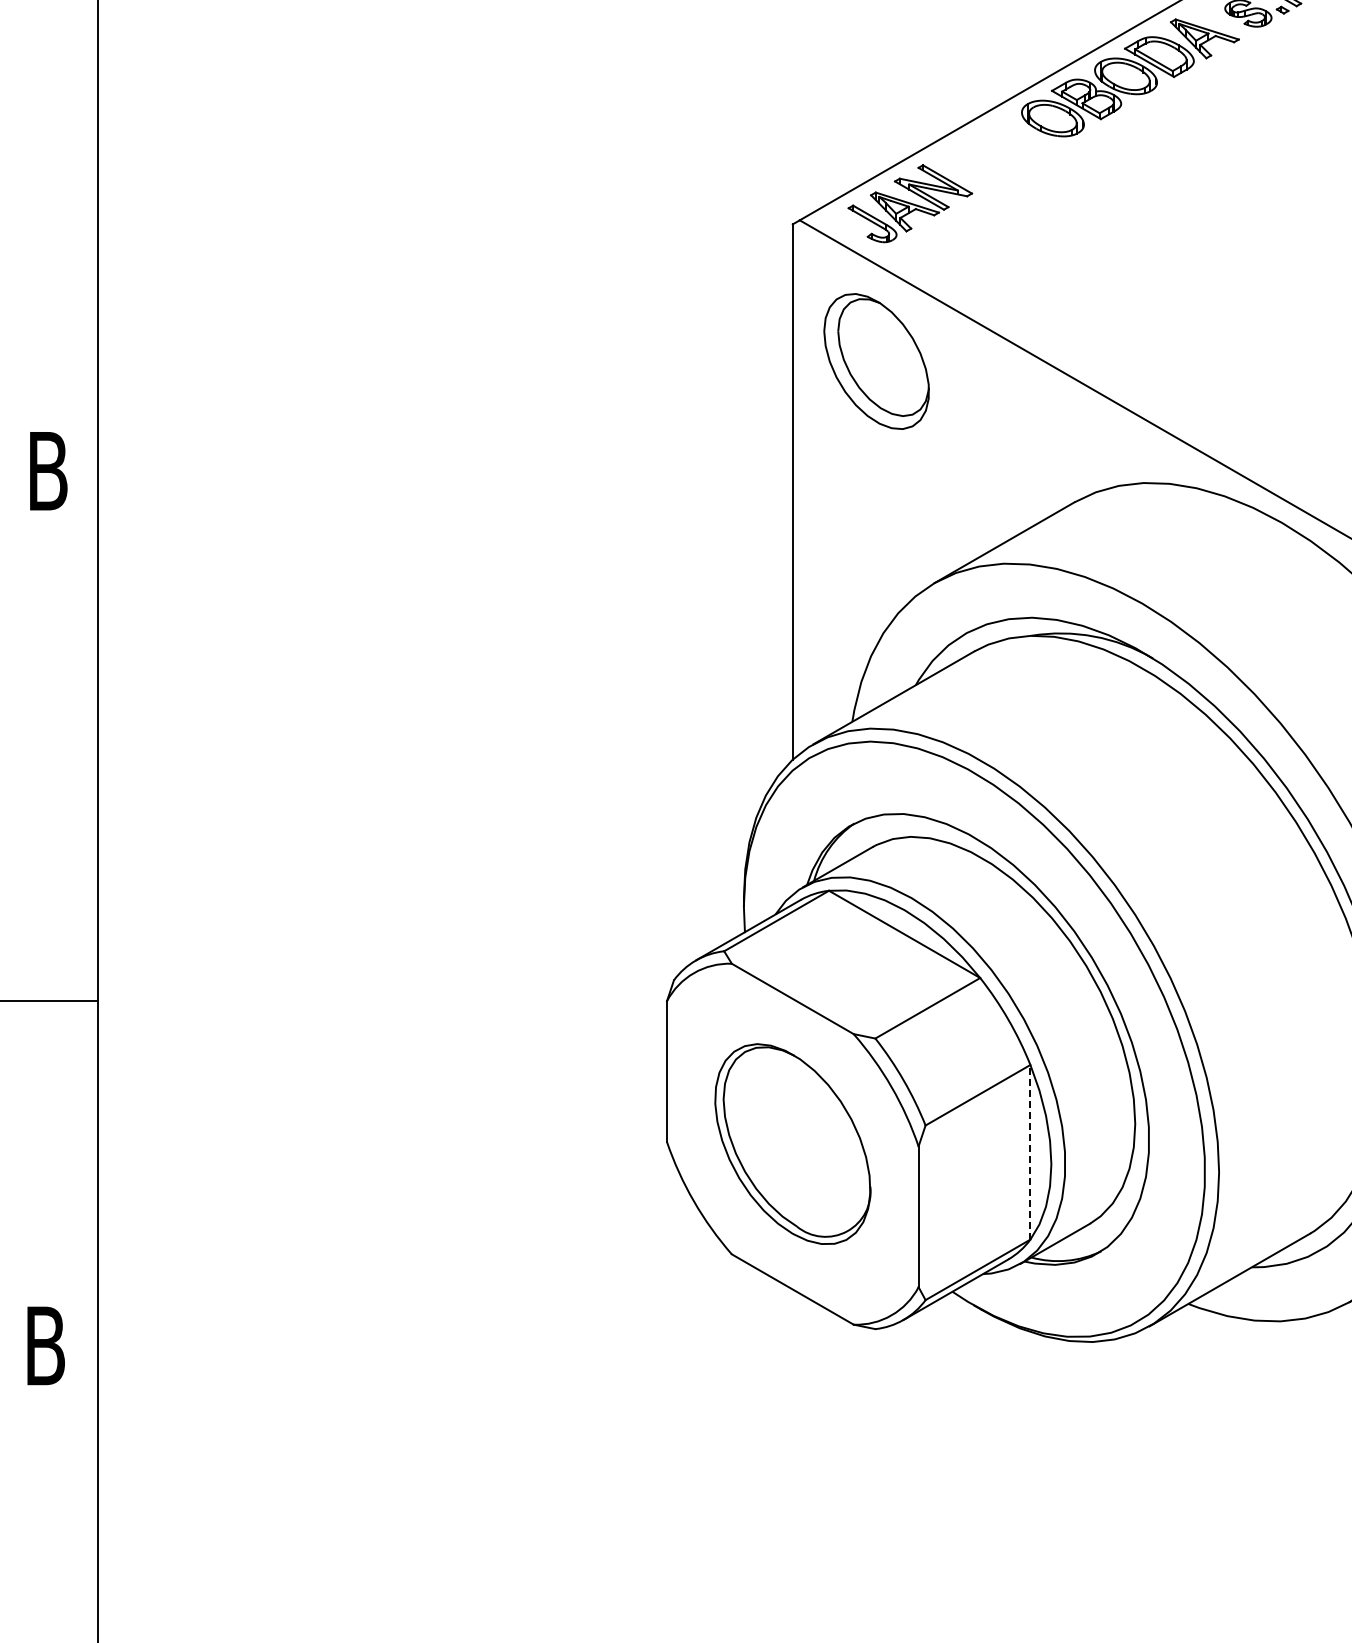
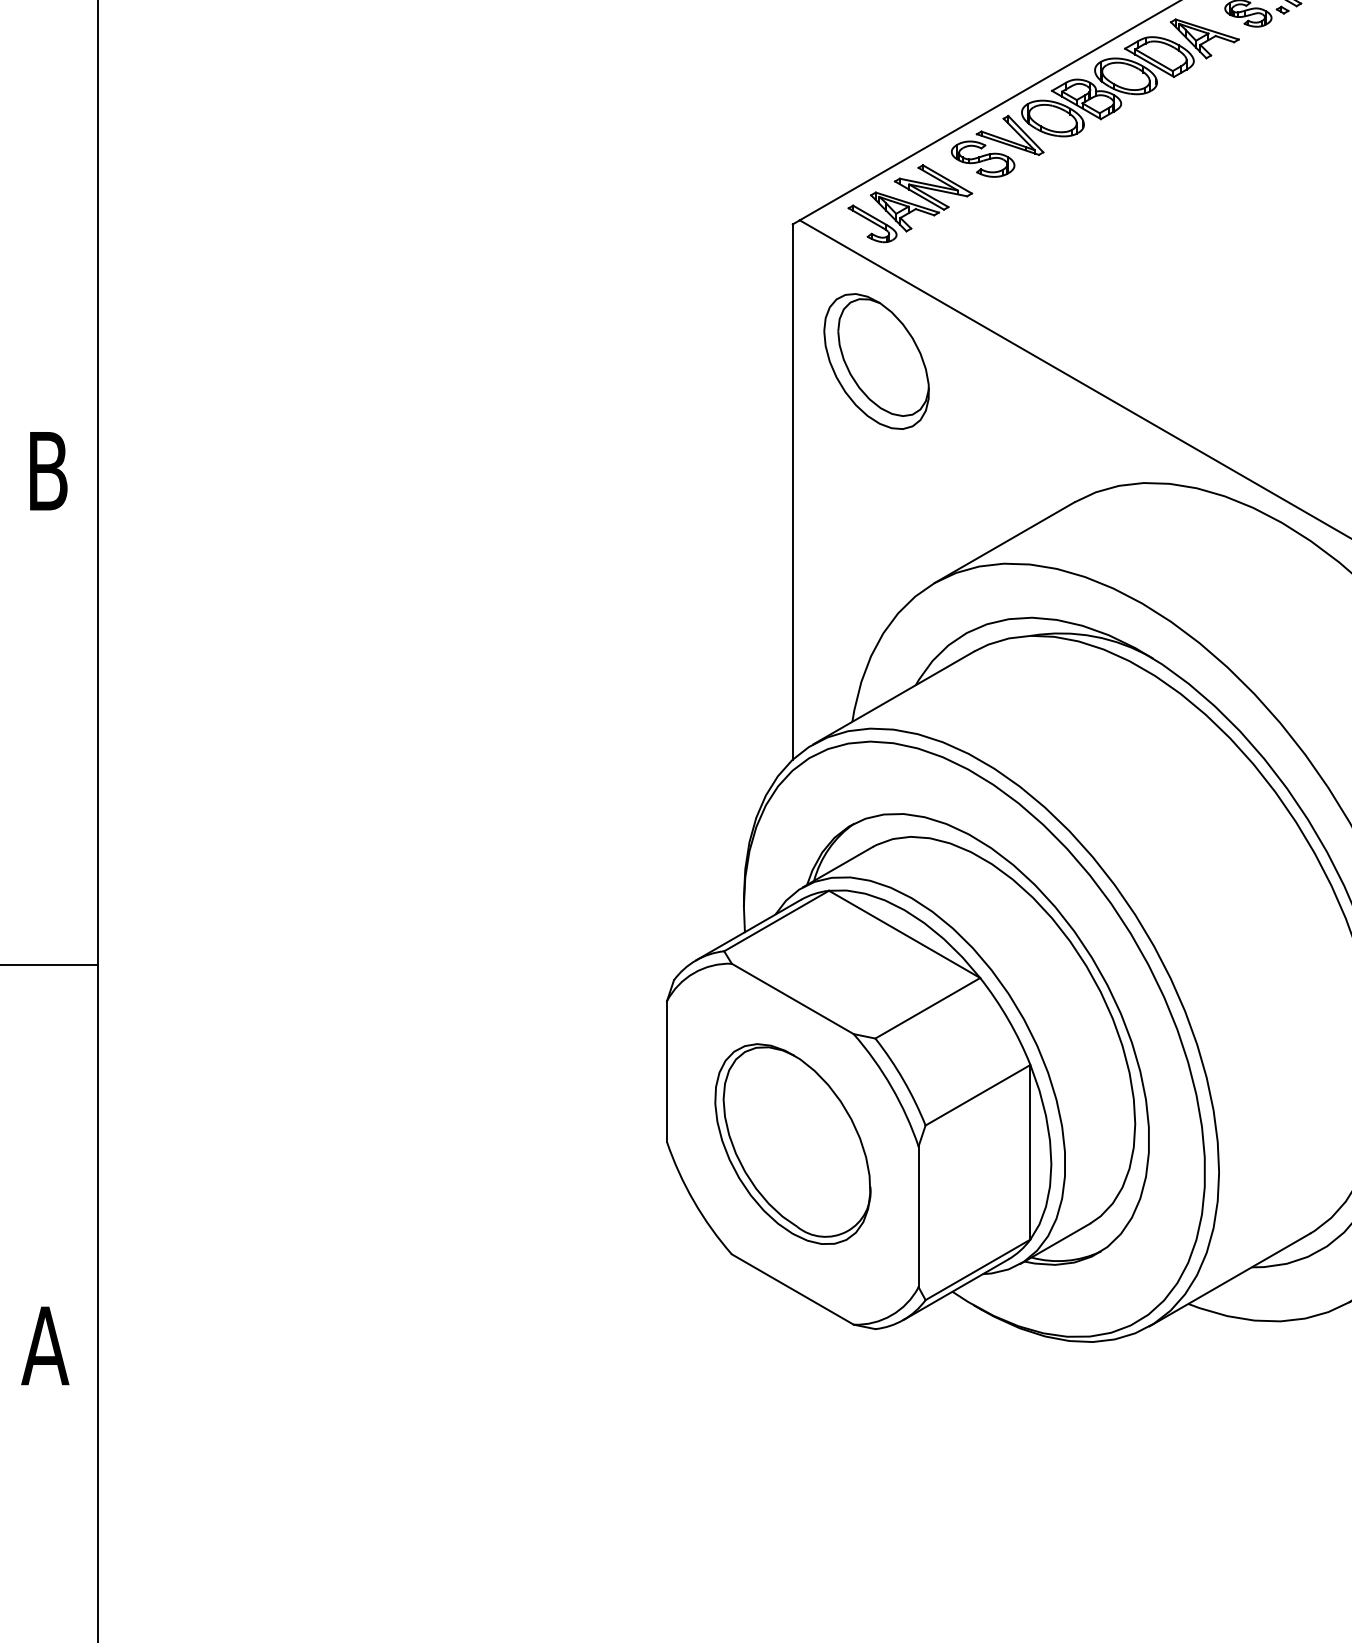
part at (997, 145): none -> present
line at (49, 1001) position: (49, 1001) -> (49, 965)
line at (1030, 1151): dashed -> solid
text at (45, 1345): B -> A
